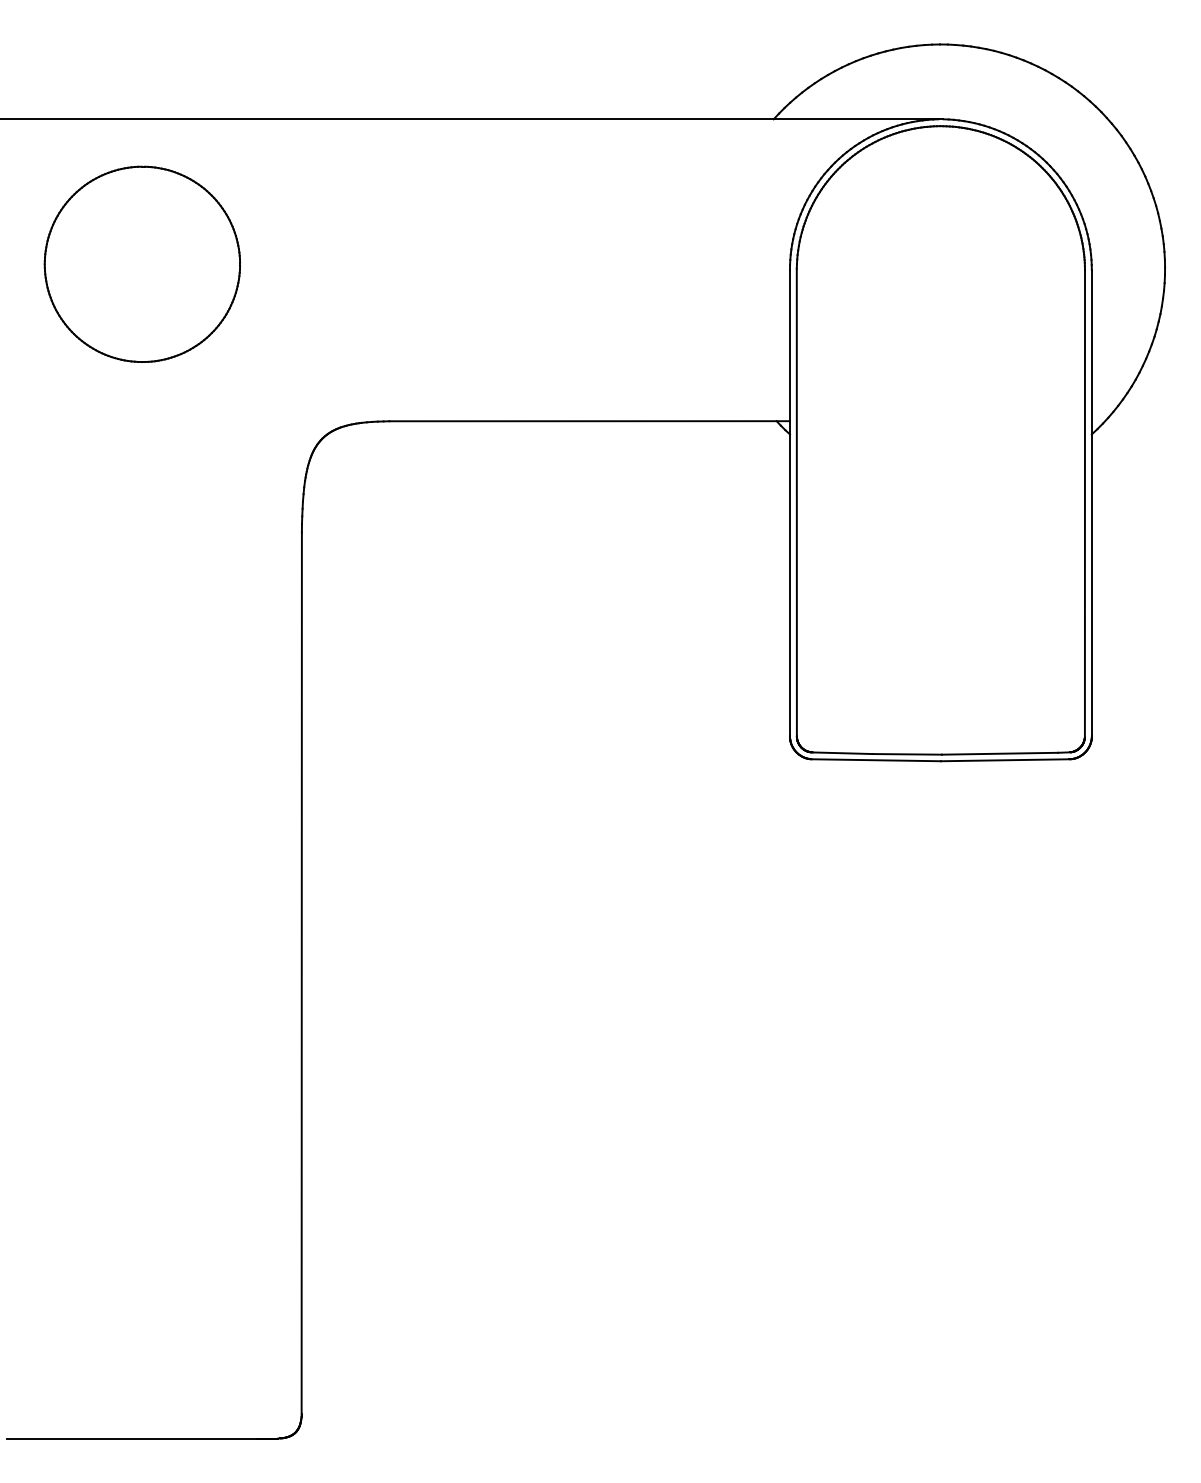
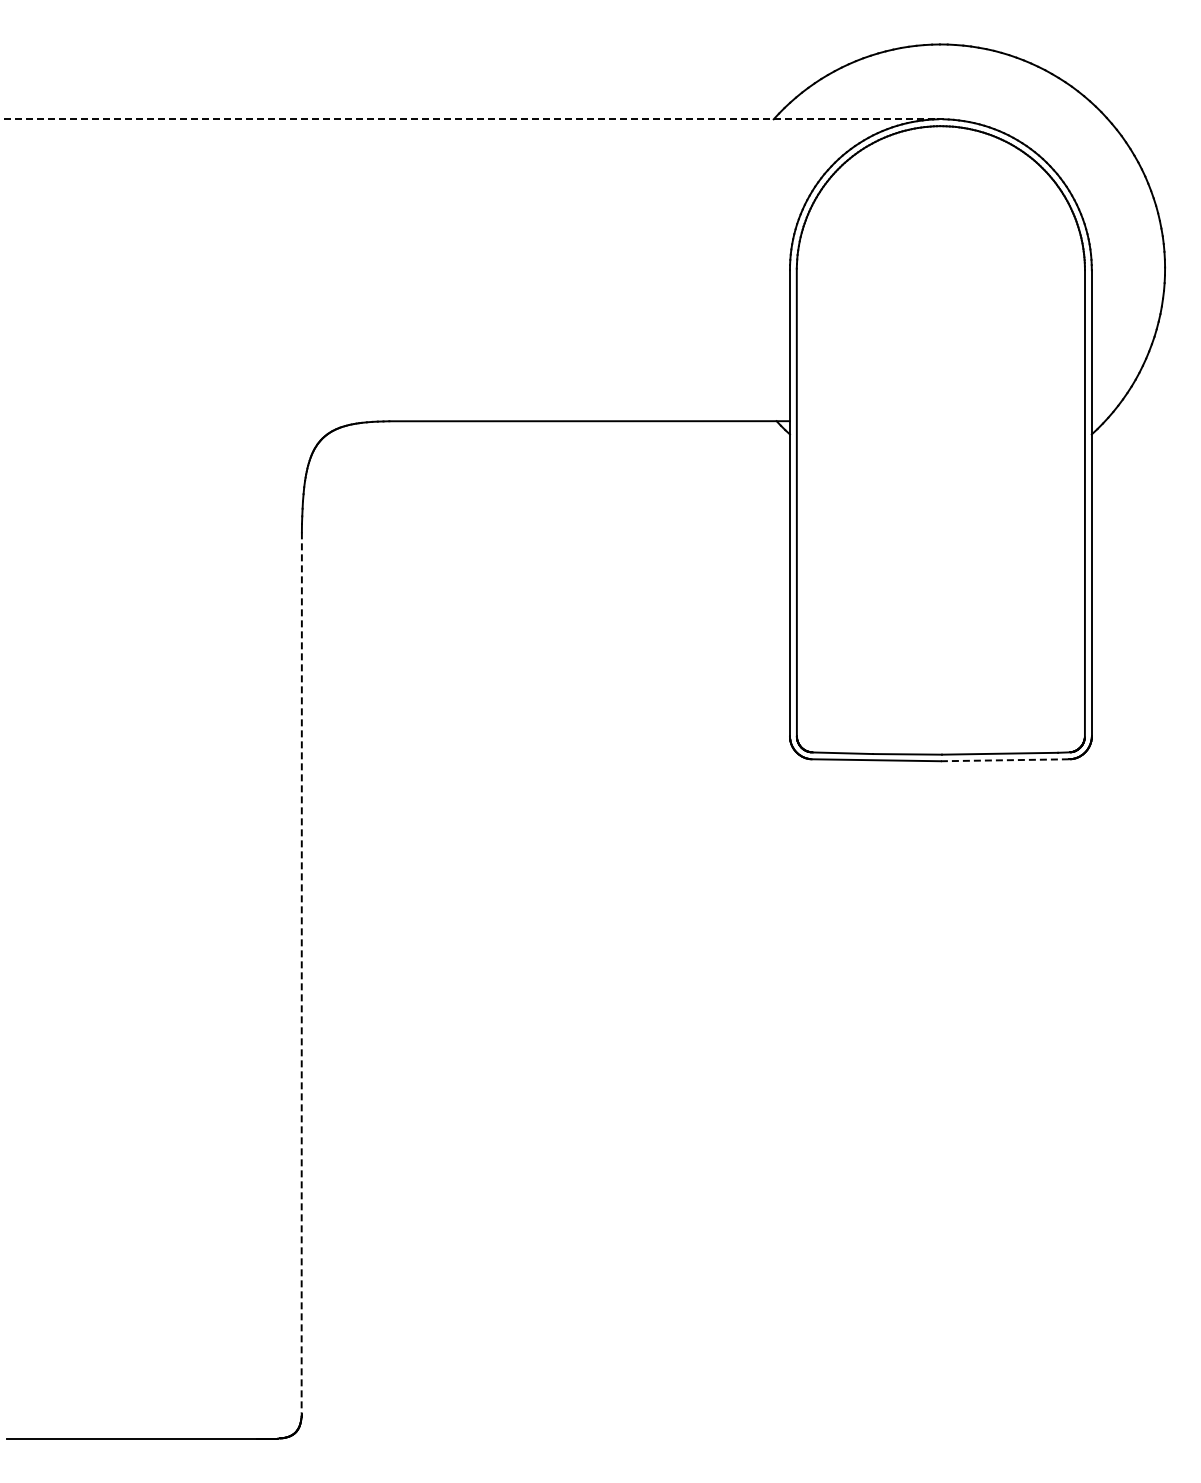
line at (470, 119): solid -> dashed
part at (141, 263): present -> none
line at (1005, 760): solid -> dashed
line at (301, 973): solid -> dashed
